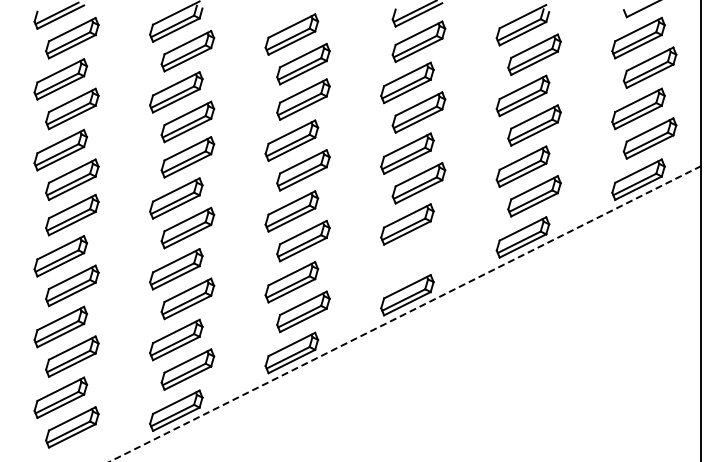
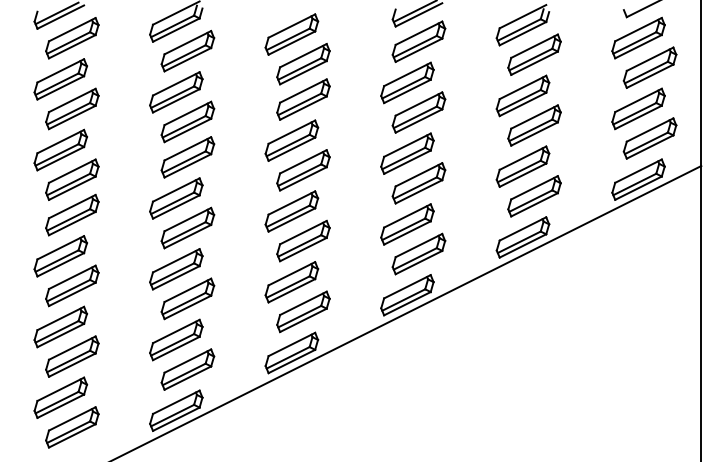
part at (418, 253): none -> present
line at (405, 313): dashed -> solid
